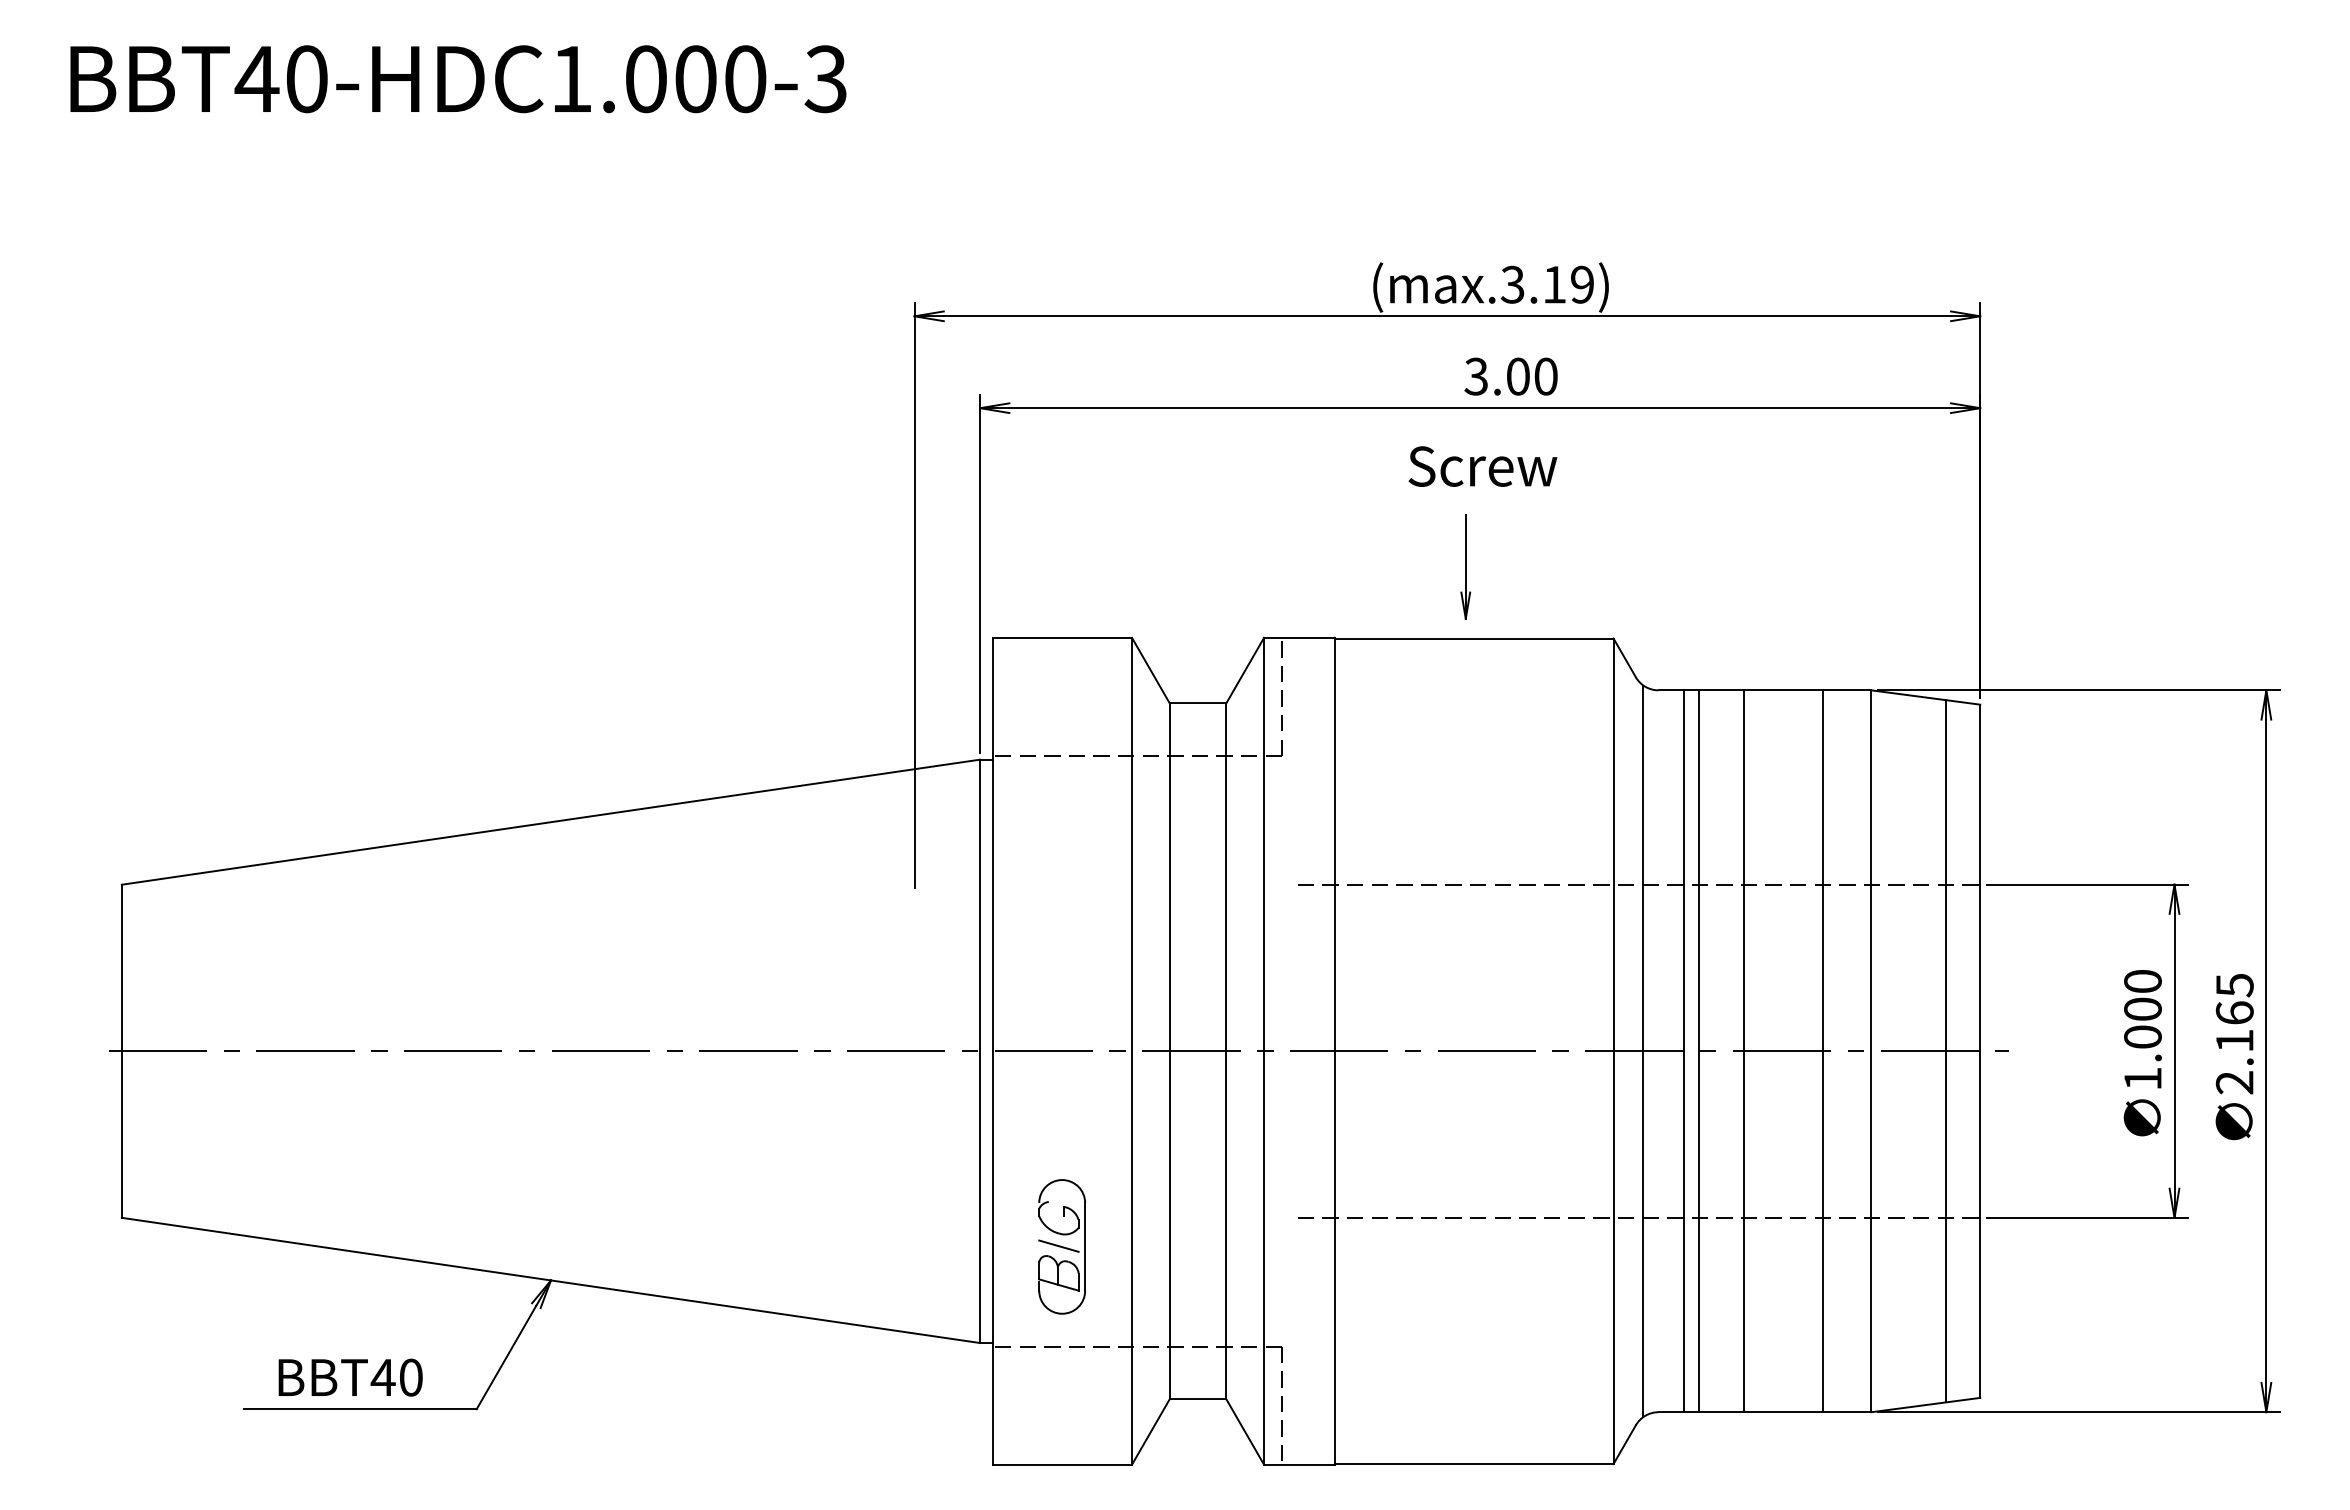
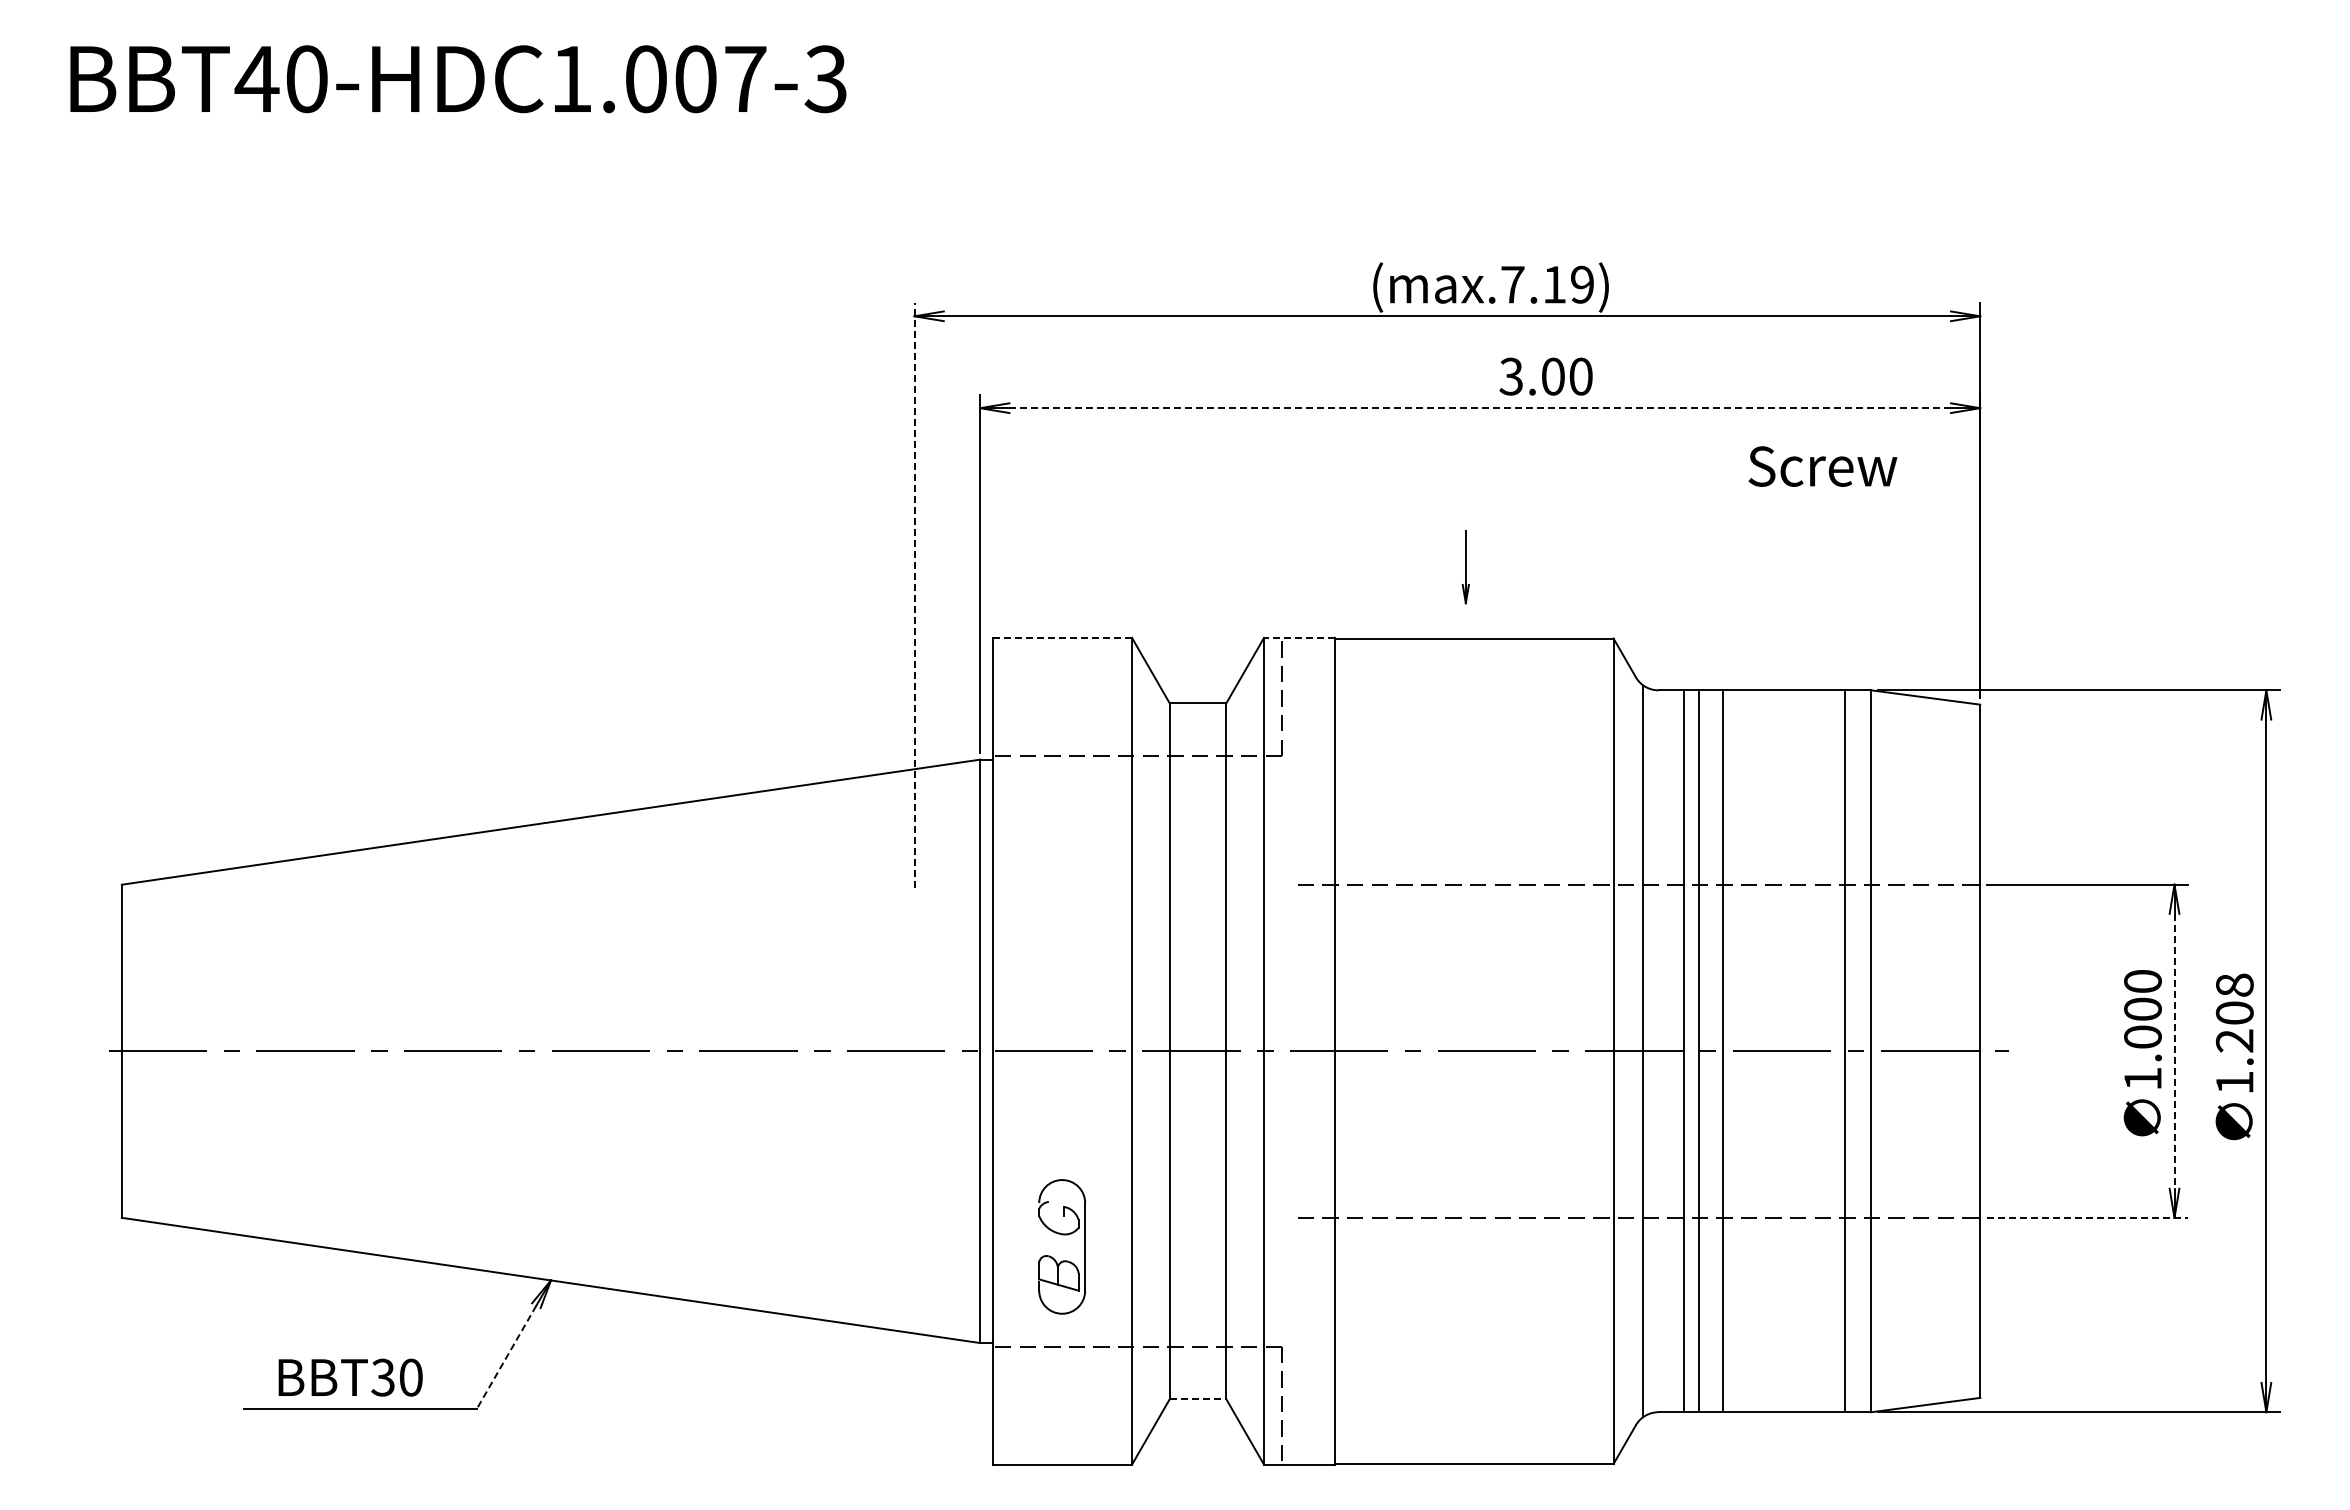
text at (745, 79): BBT40-HDC1.000-3 -> BBT40-HDC1.007-3
text at (1512, 284): (max.3.19) -> (max.7.19)
text at (1510, 376) position: (1510, 376) -> (1545, 376)
line at (1480, 408): solid -> dashed
text at (1482, 466) position: (1482, 466) -> (1822, 466)
part at (1465, 566) size: 12x106 px -> 9x75 px
line at (914, 595): solid -> dashed
line at (1063, 637): solid -> dashed
line at (1298, 637): solid -> dashed
text at (2234, 1033): 2.165 -> 1.208
line at (1744, 1051) position: (1744, 1051) -> (1723, 1051)
line at (1822, 1051) position: (1822, 1051) -> (1844, 1051)
line at (1946, 1051): present -> none
line at (2174, 1051): solid -> dashed
line at (2087, 1217): solid -> dashed
line at (1058, 1245): present -> none
line at (506, 1357): solid -> dashed
text at (382, 1377): BBT40 -> BBT30
line at (1198, 1399): solid -> dashed
